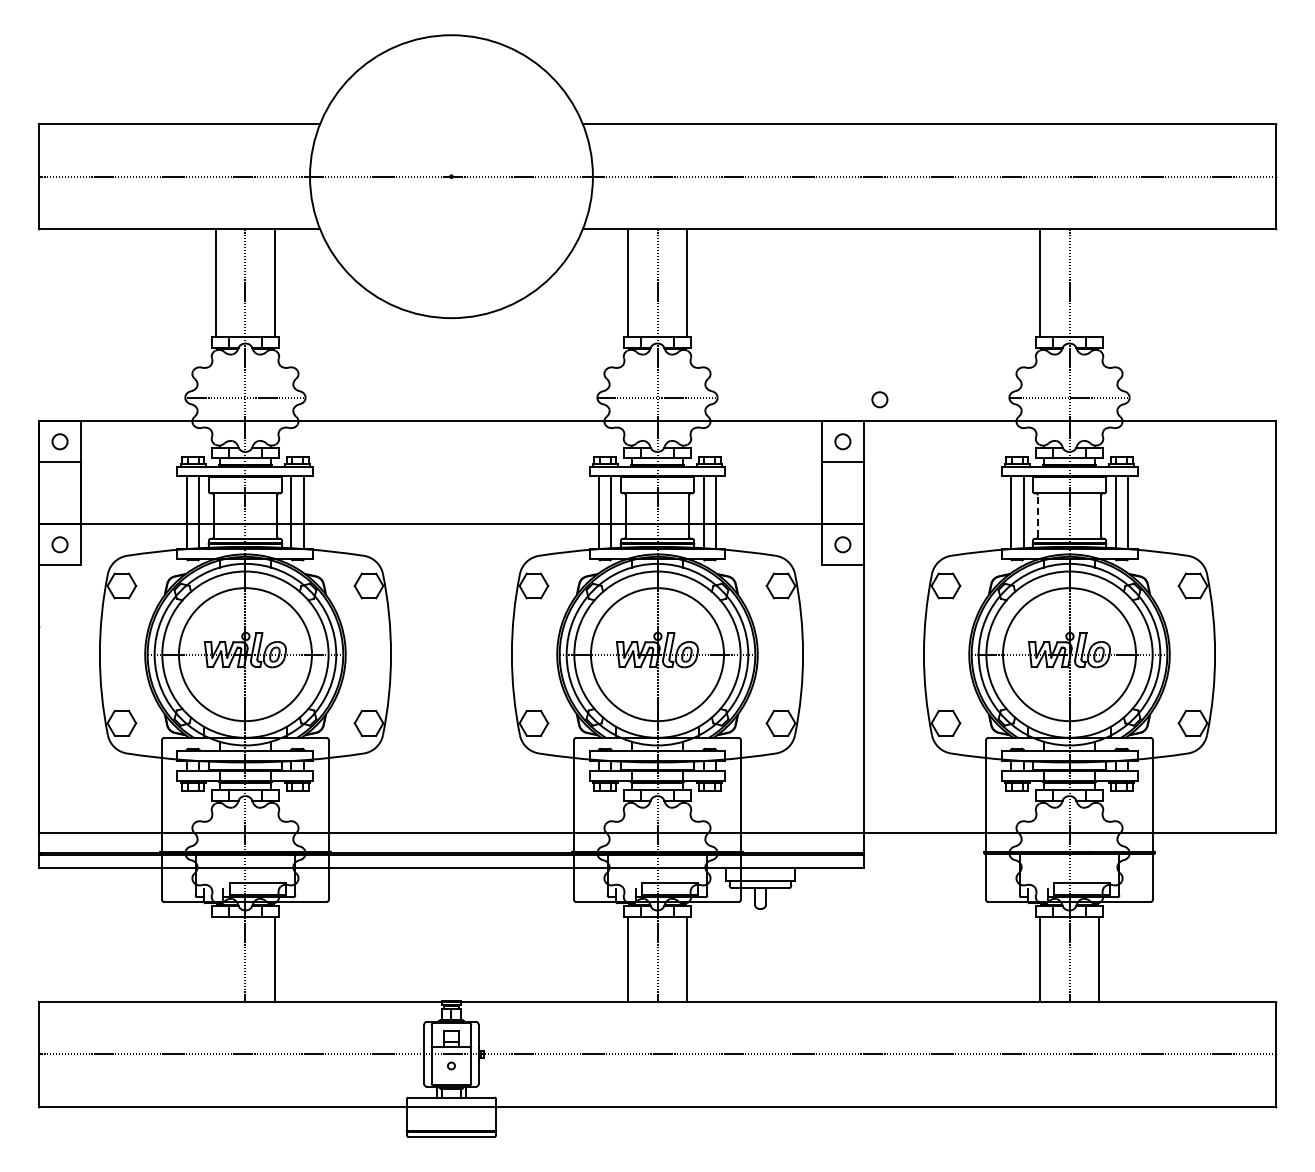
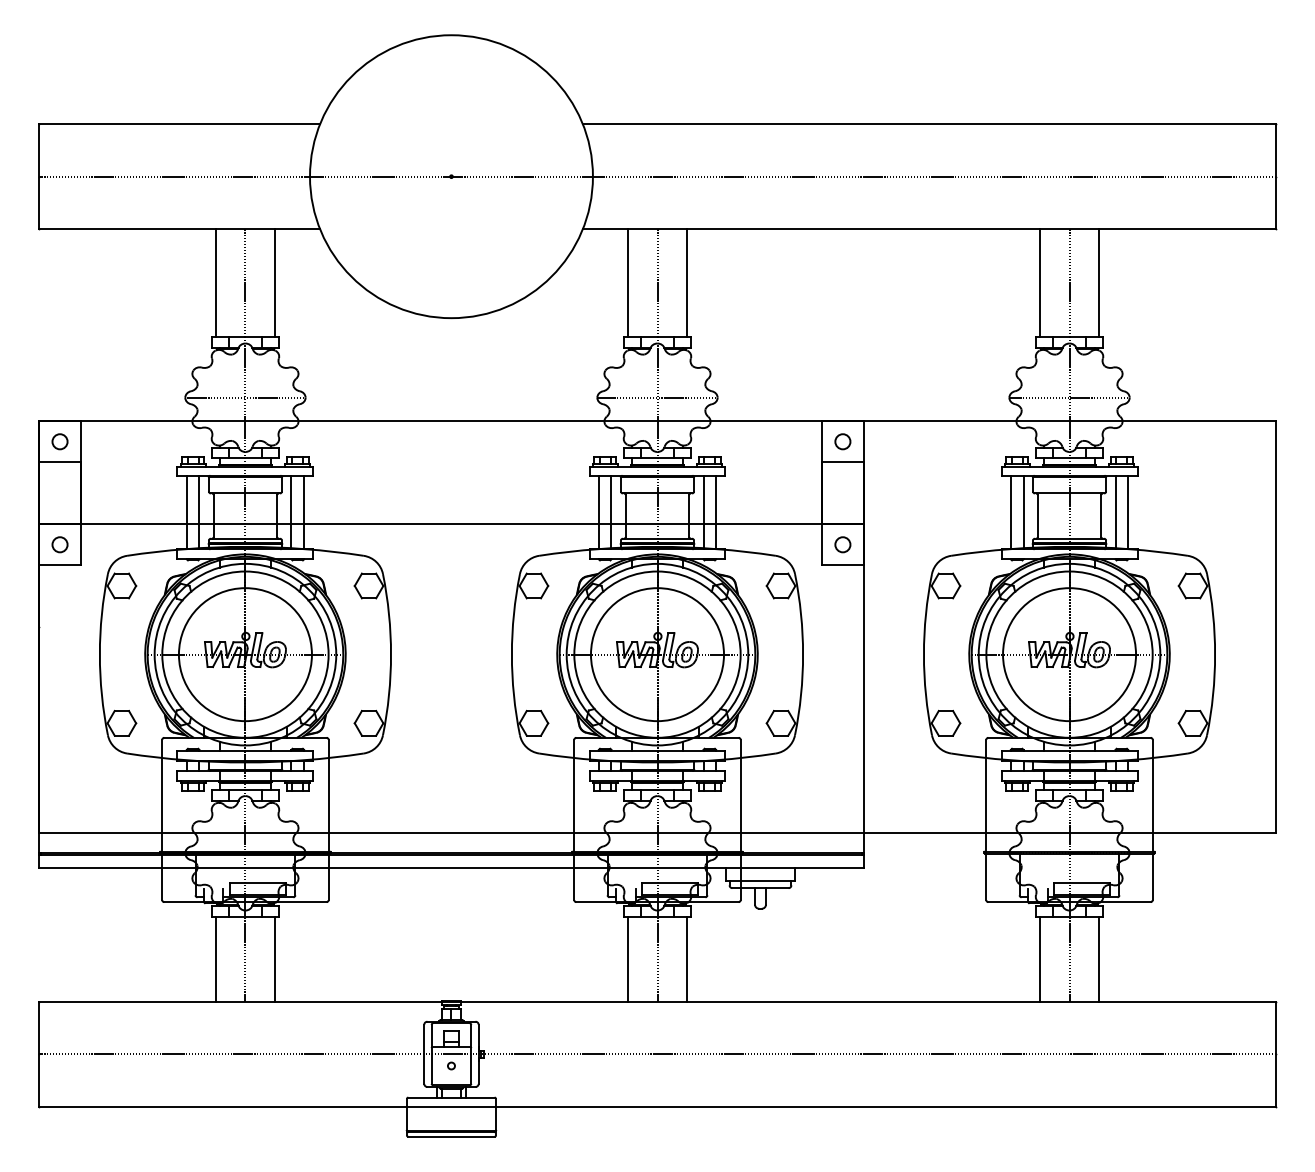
line at (1098, 282): none -> present
circle at (879, 399): present -> none
line at (1037, 516): dashed -> solid
line at (216, 959): none -> present
